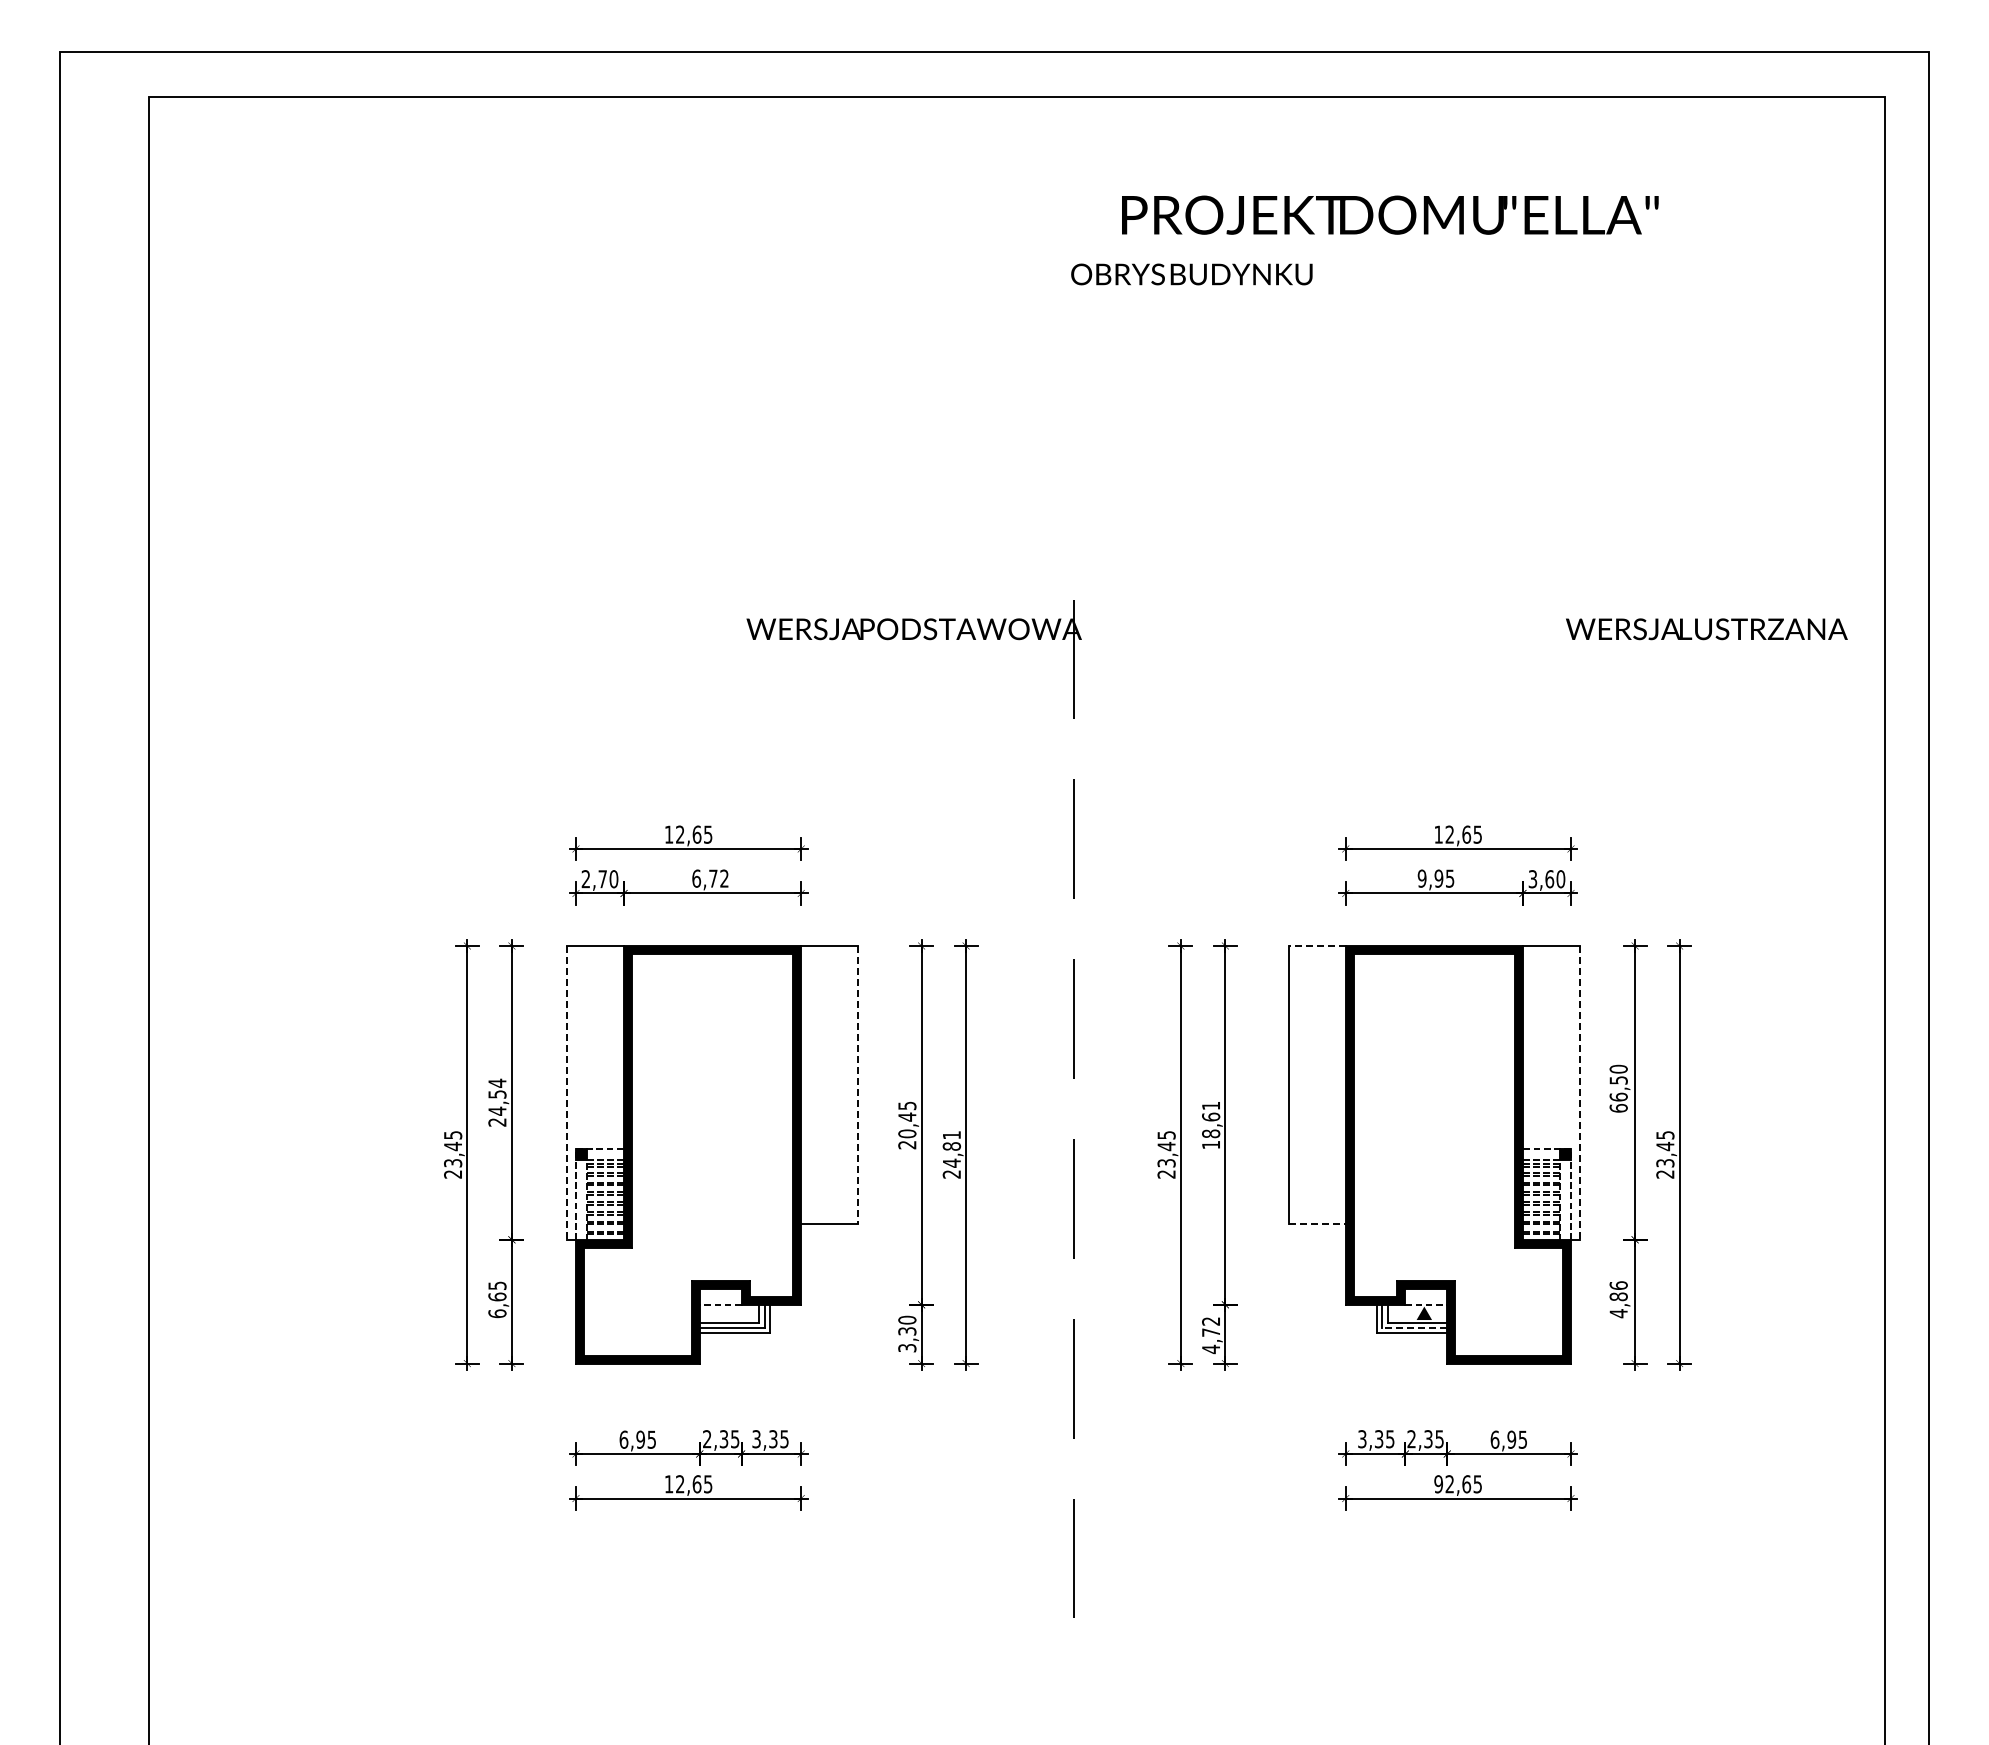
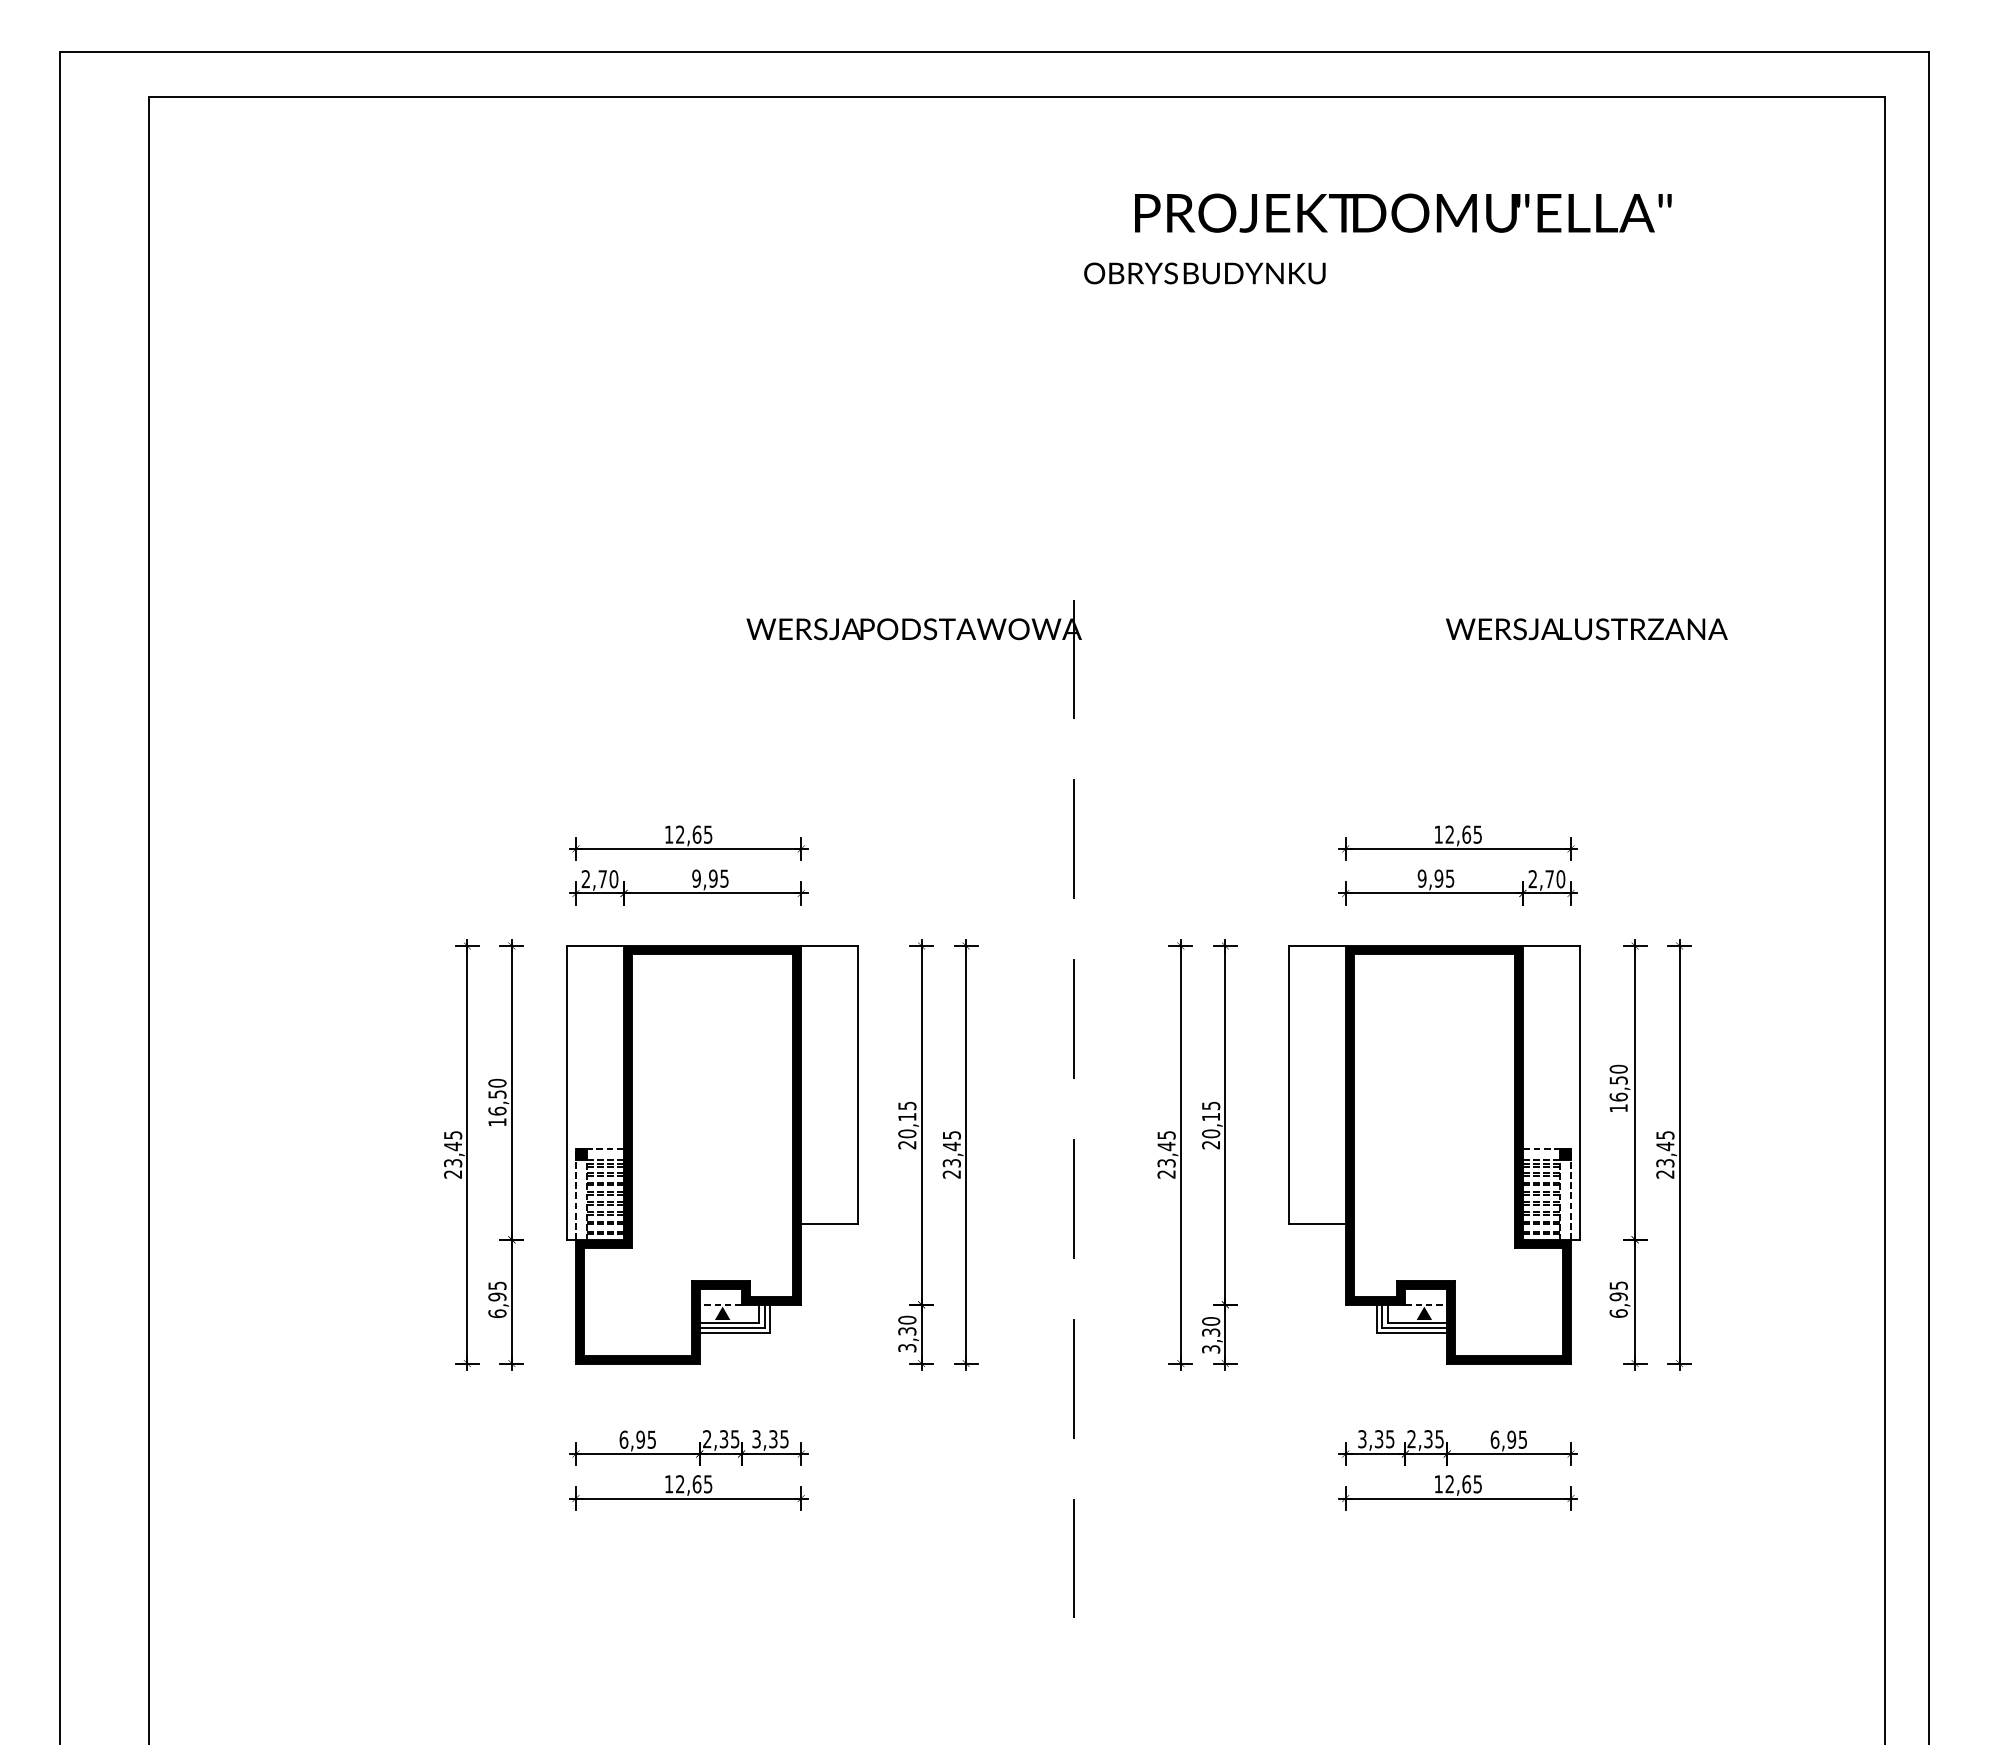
text at (1390, 214) position: (1390, 214) -> (1403, 212)
text at (1191, 274) position: (1191, 274) -> (1204, 273)
text at (1706, 629) position: (1706, 629) -> (1586, 629)
text at (710, 878): 6,72 -> 9,95
text at (1541, 879): 3,60 -> 2,70
line at (1316, 946): dashed -> solid
line at (858, 1084): dashed -> solid
line at (567, 1092): dashed -> solid
line at (1579, 1092): dashed -> solid
text at (497, 1102): 24,54 -> 16,50
text at (1618, 1108): 66,50 -> 16,50
text at (907, 1116): 20,45 -> 20,15
text at (1211, 1125): 18,61 -> 20,15
text at (951, 1149): 24,81 -> 23,45
line at (1317, 1223): dashed -> solid
text at (497, 1296): 6,65 -> 6,95
text at (1618, 1299): 4,86 -> 6,95
fill at (722, 1313): none -> present
line at (1414, 1327): dashed -> solid
text at (1211, 1335): 4,72 -> 3,30
text at (1438, 1484): 92,65 -> 12,65
